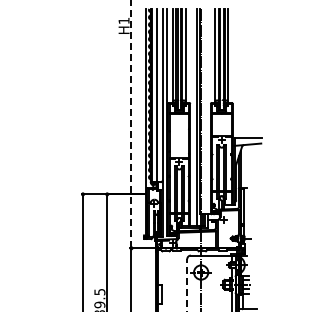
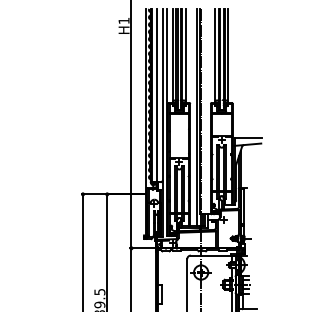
line at (131, 124): dashed -> solid
line at (187, 285): dashed -> solid
